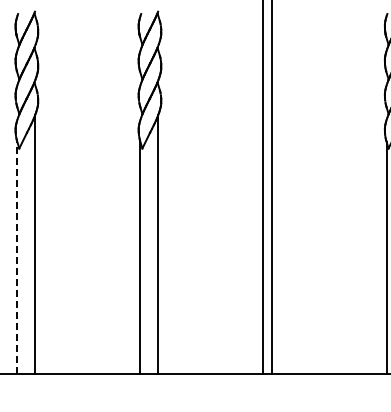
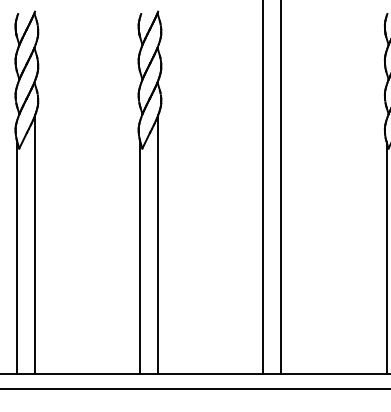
line at (272, 187) position: (272, 187) -> (281, 187)
line at (17, 257): dashed -> solid
line at (194, 389): none -> present
